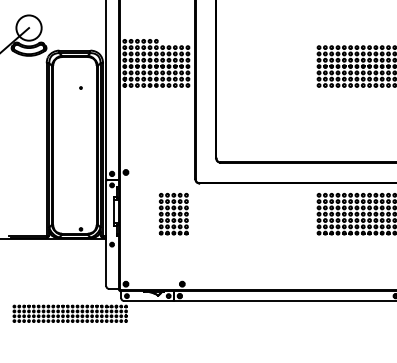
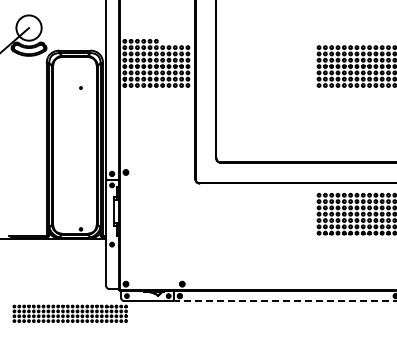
part at (173, 214): present -> none
line at (285, 300): solid -> dashed
